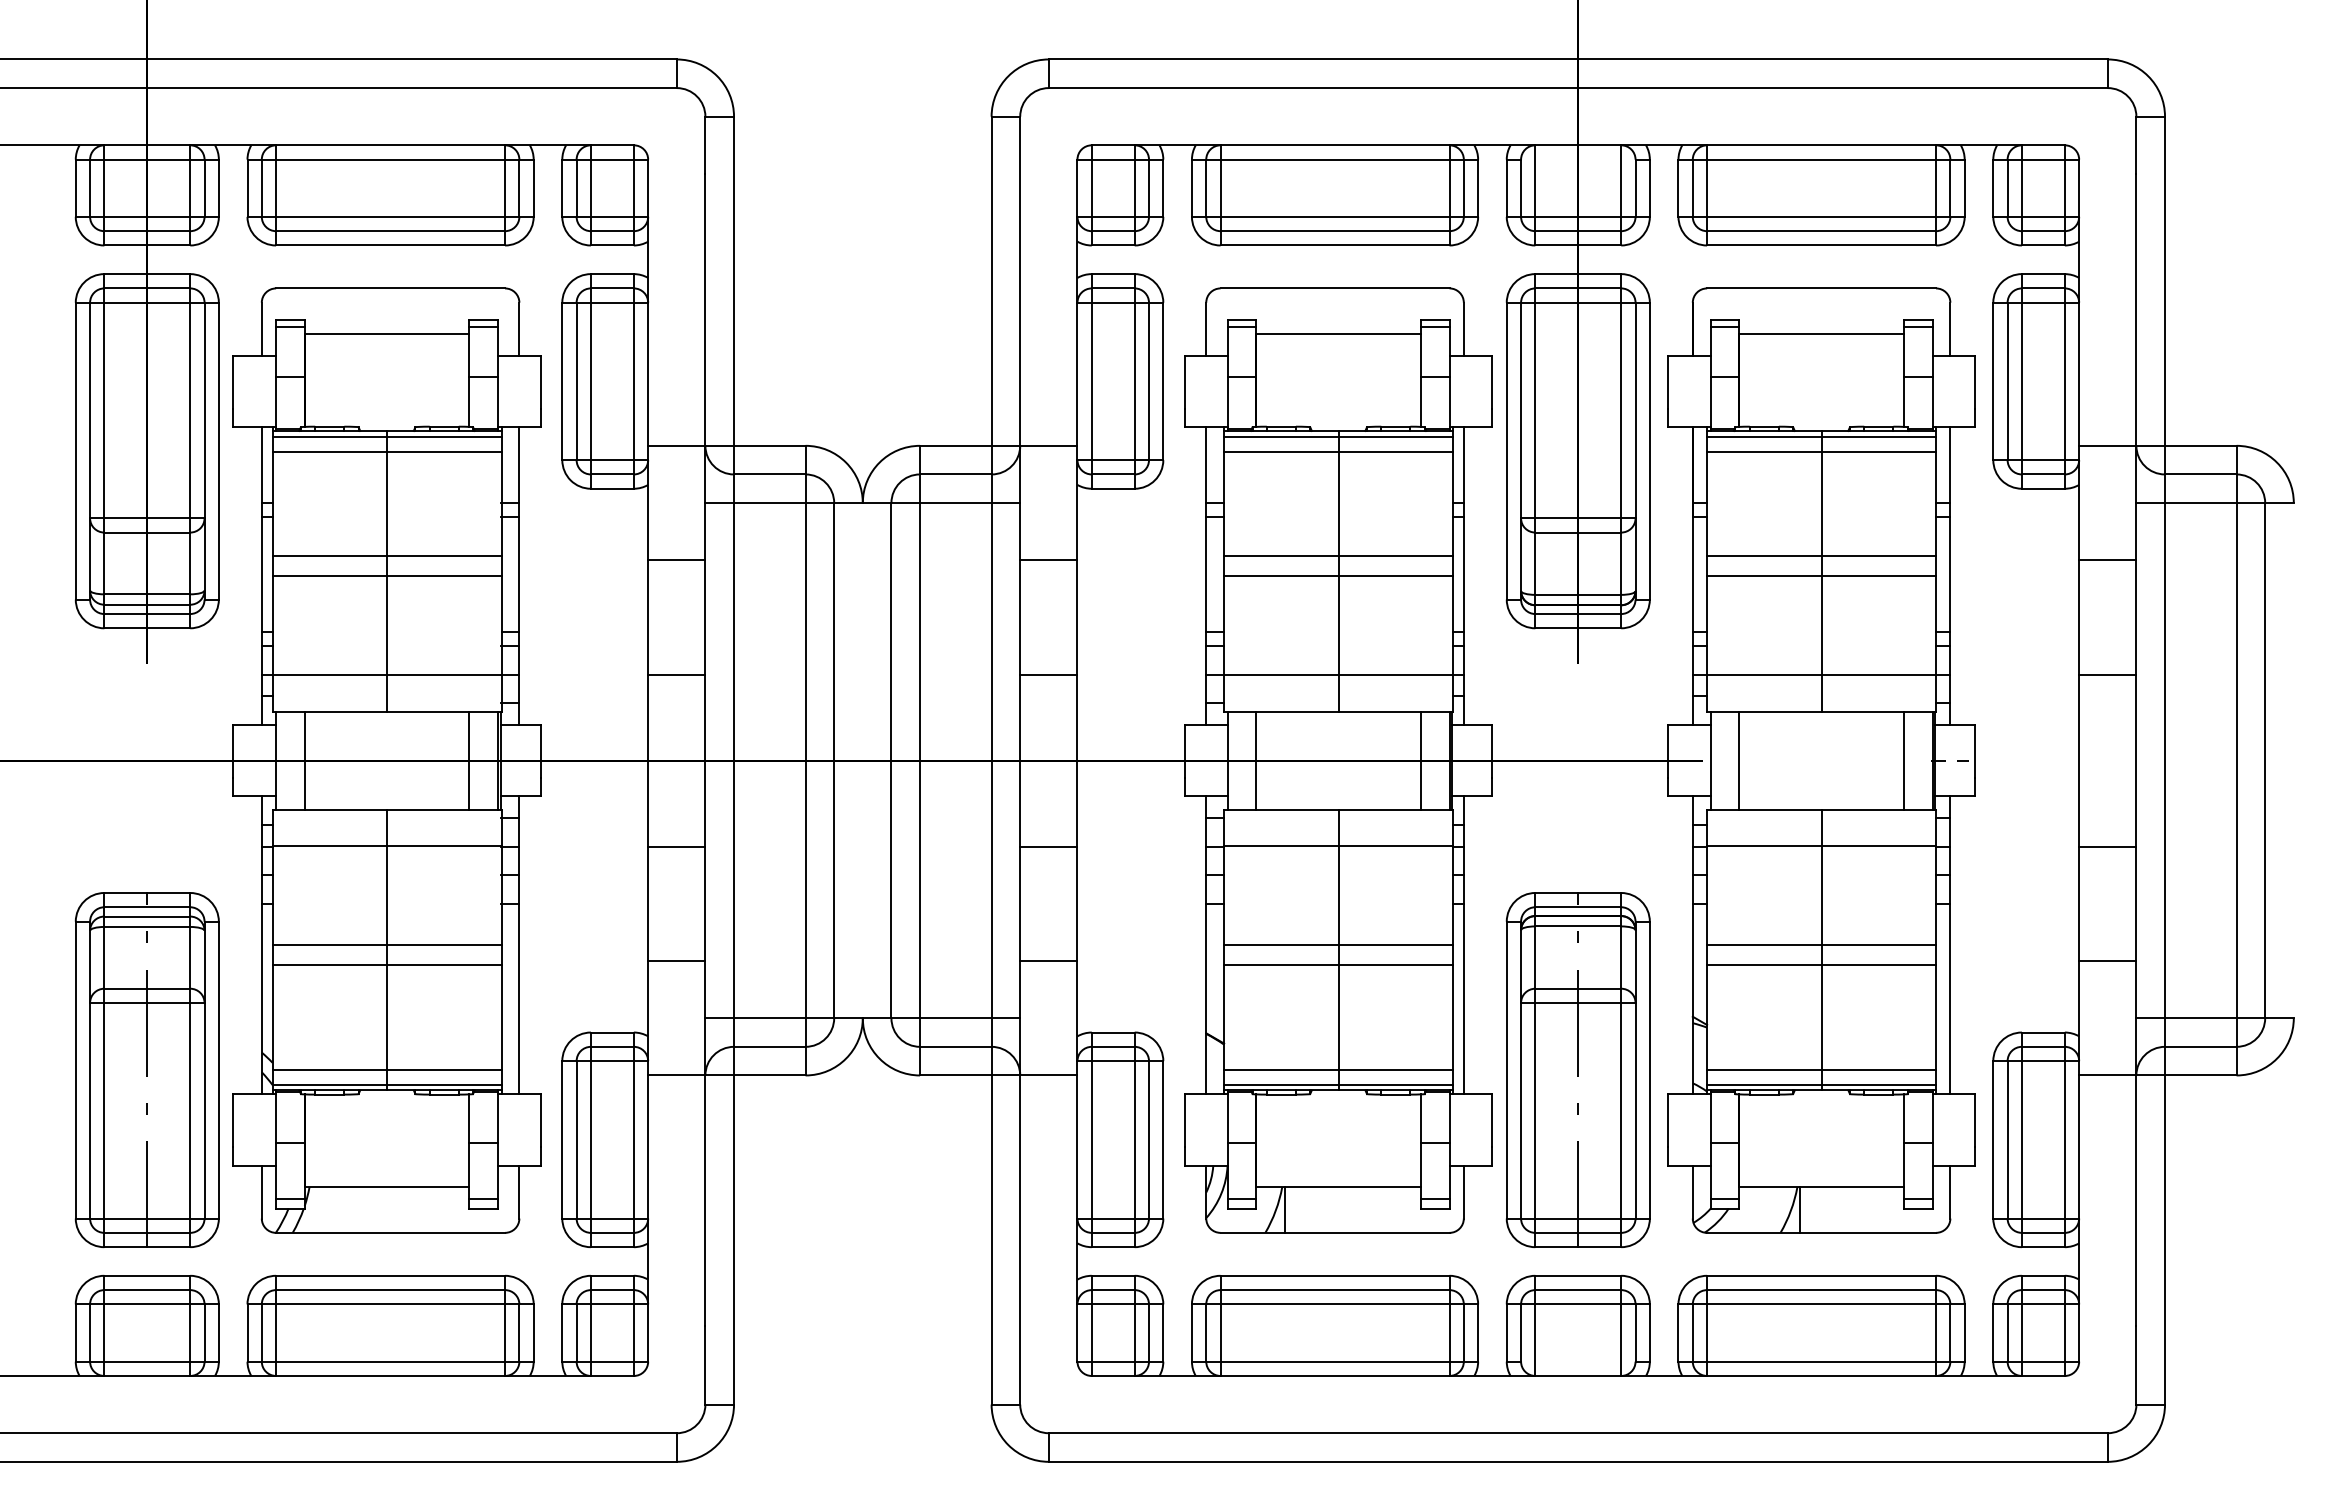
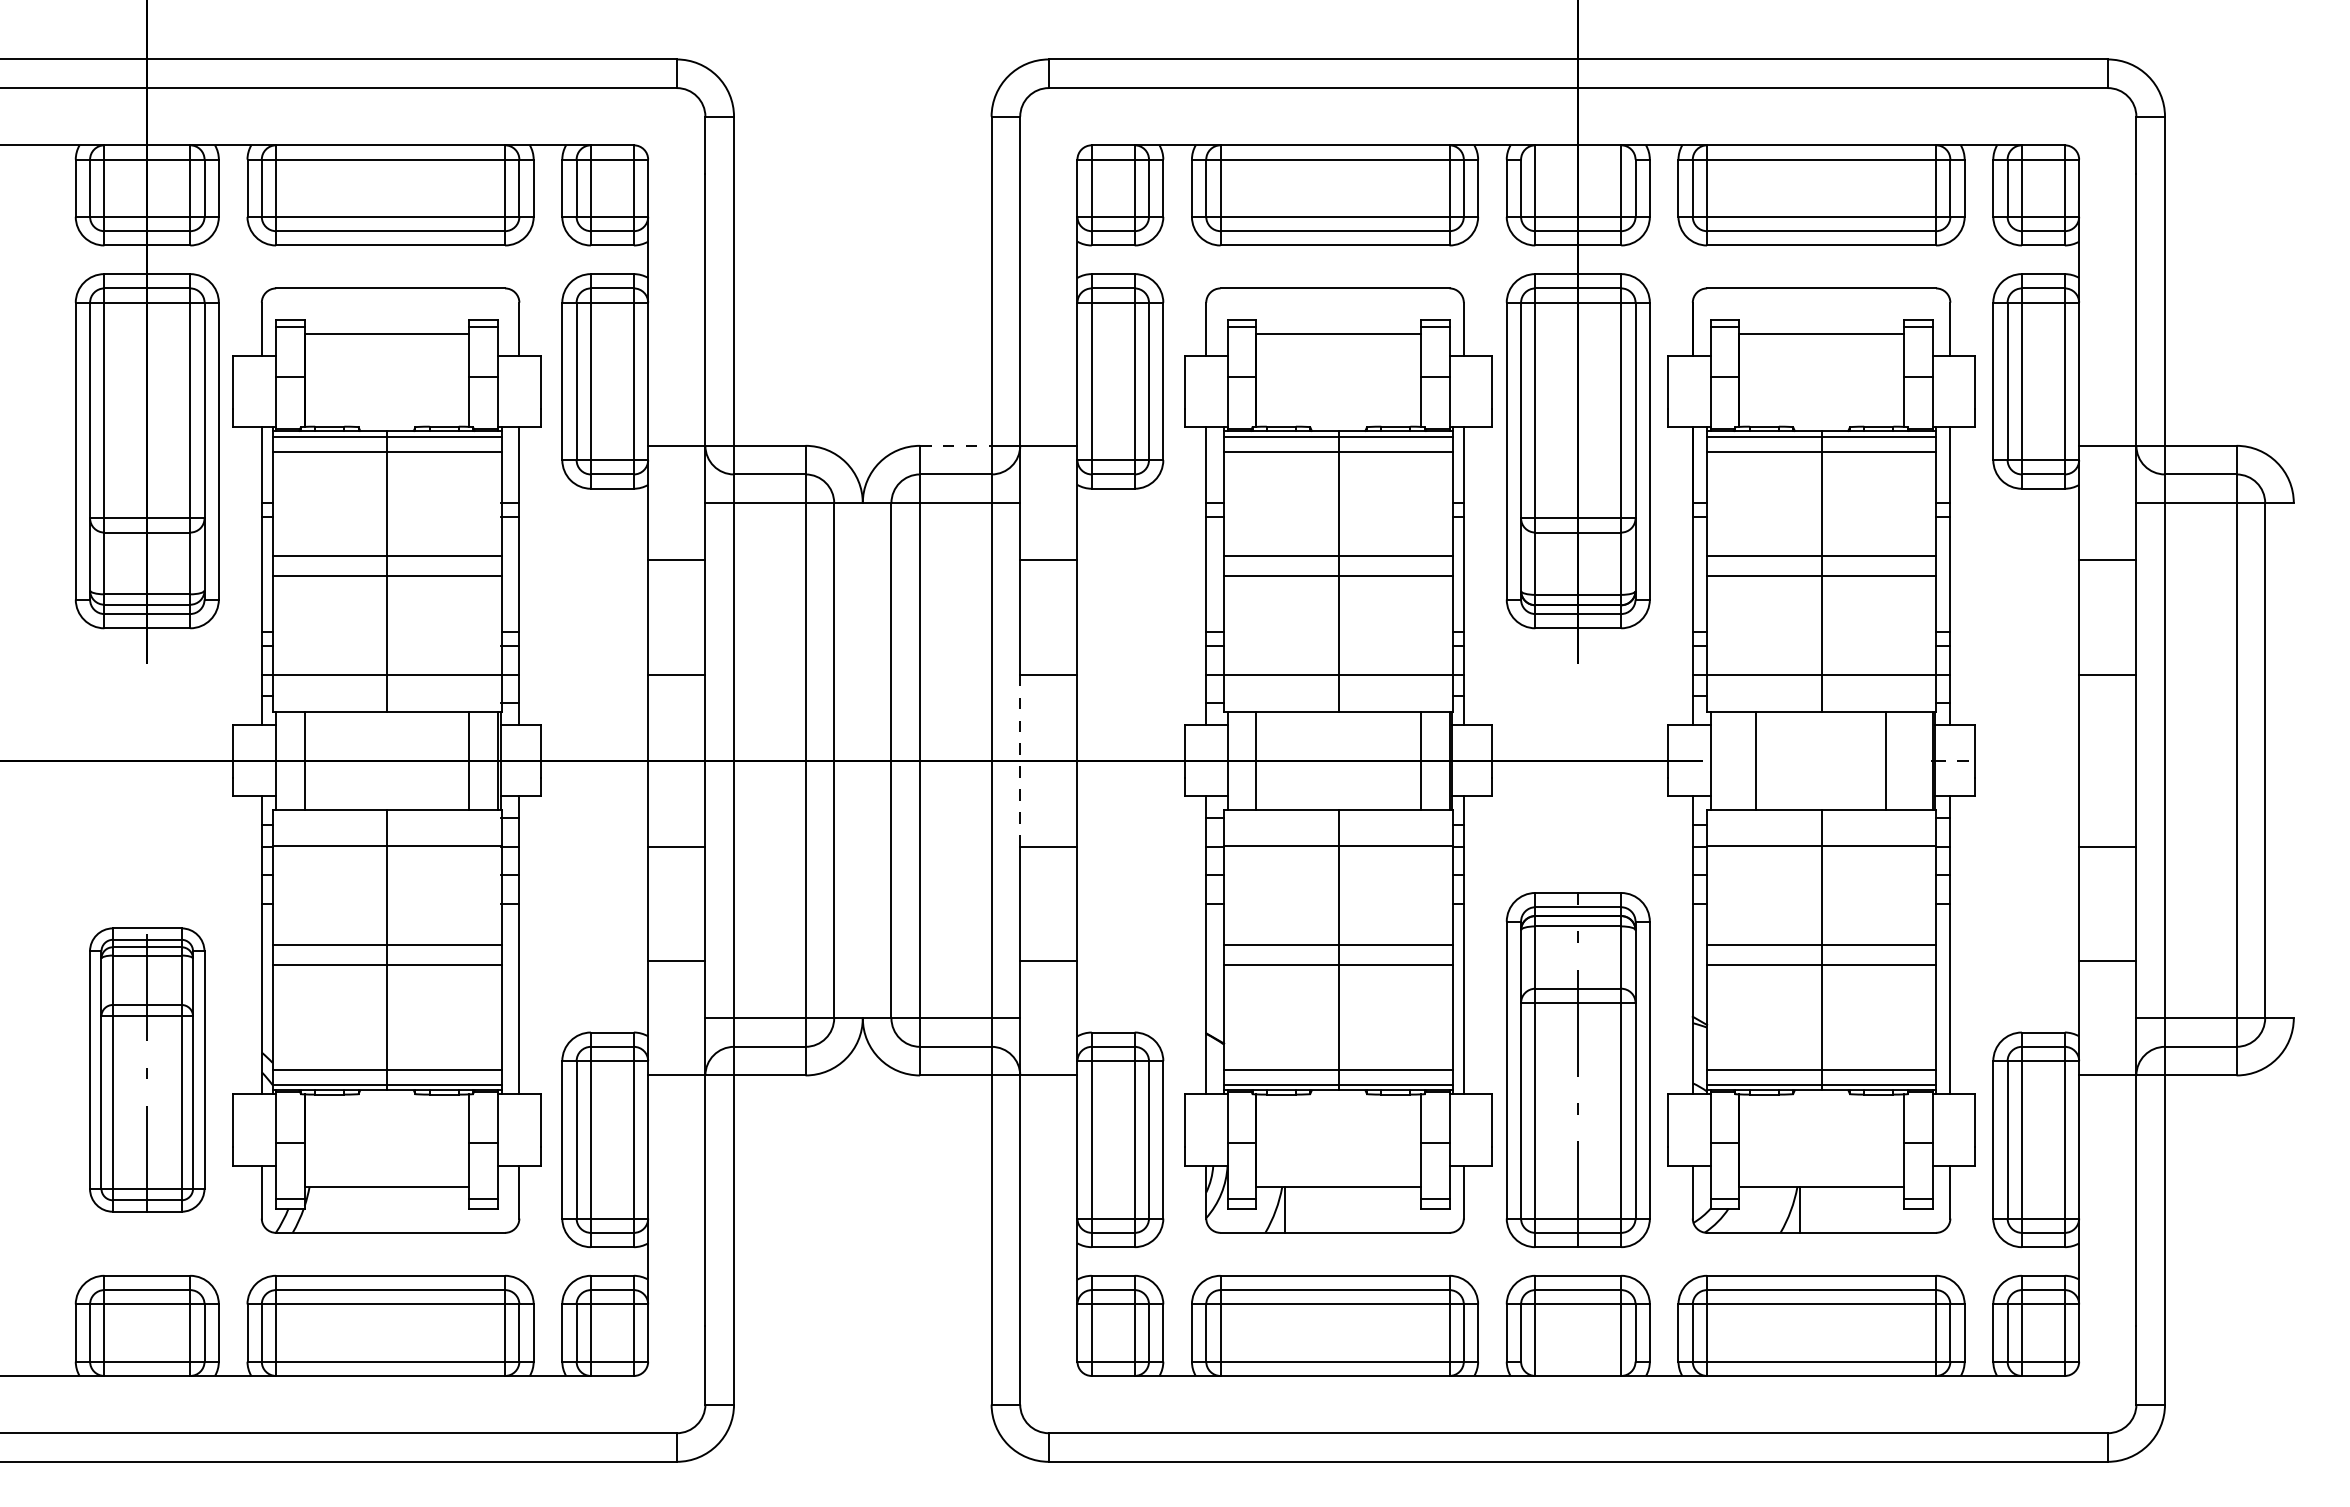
line at (955, 445): solid -> dashed
line at (1020, 760): solid -> dashed
line at (1739, 760) position: (1739, 760) -> (1756, 760)
line at (1903, 760) position: (1903, 760) -> (1885, 760)
part at (146, 1069) size: 146x356 px -> 117x286 px
